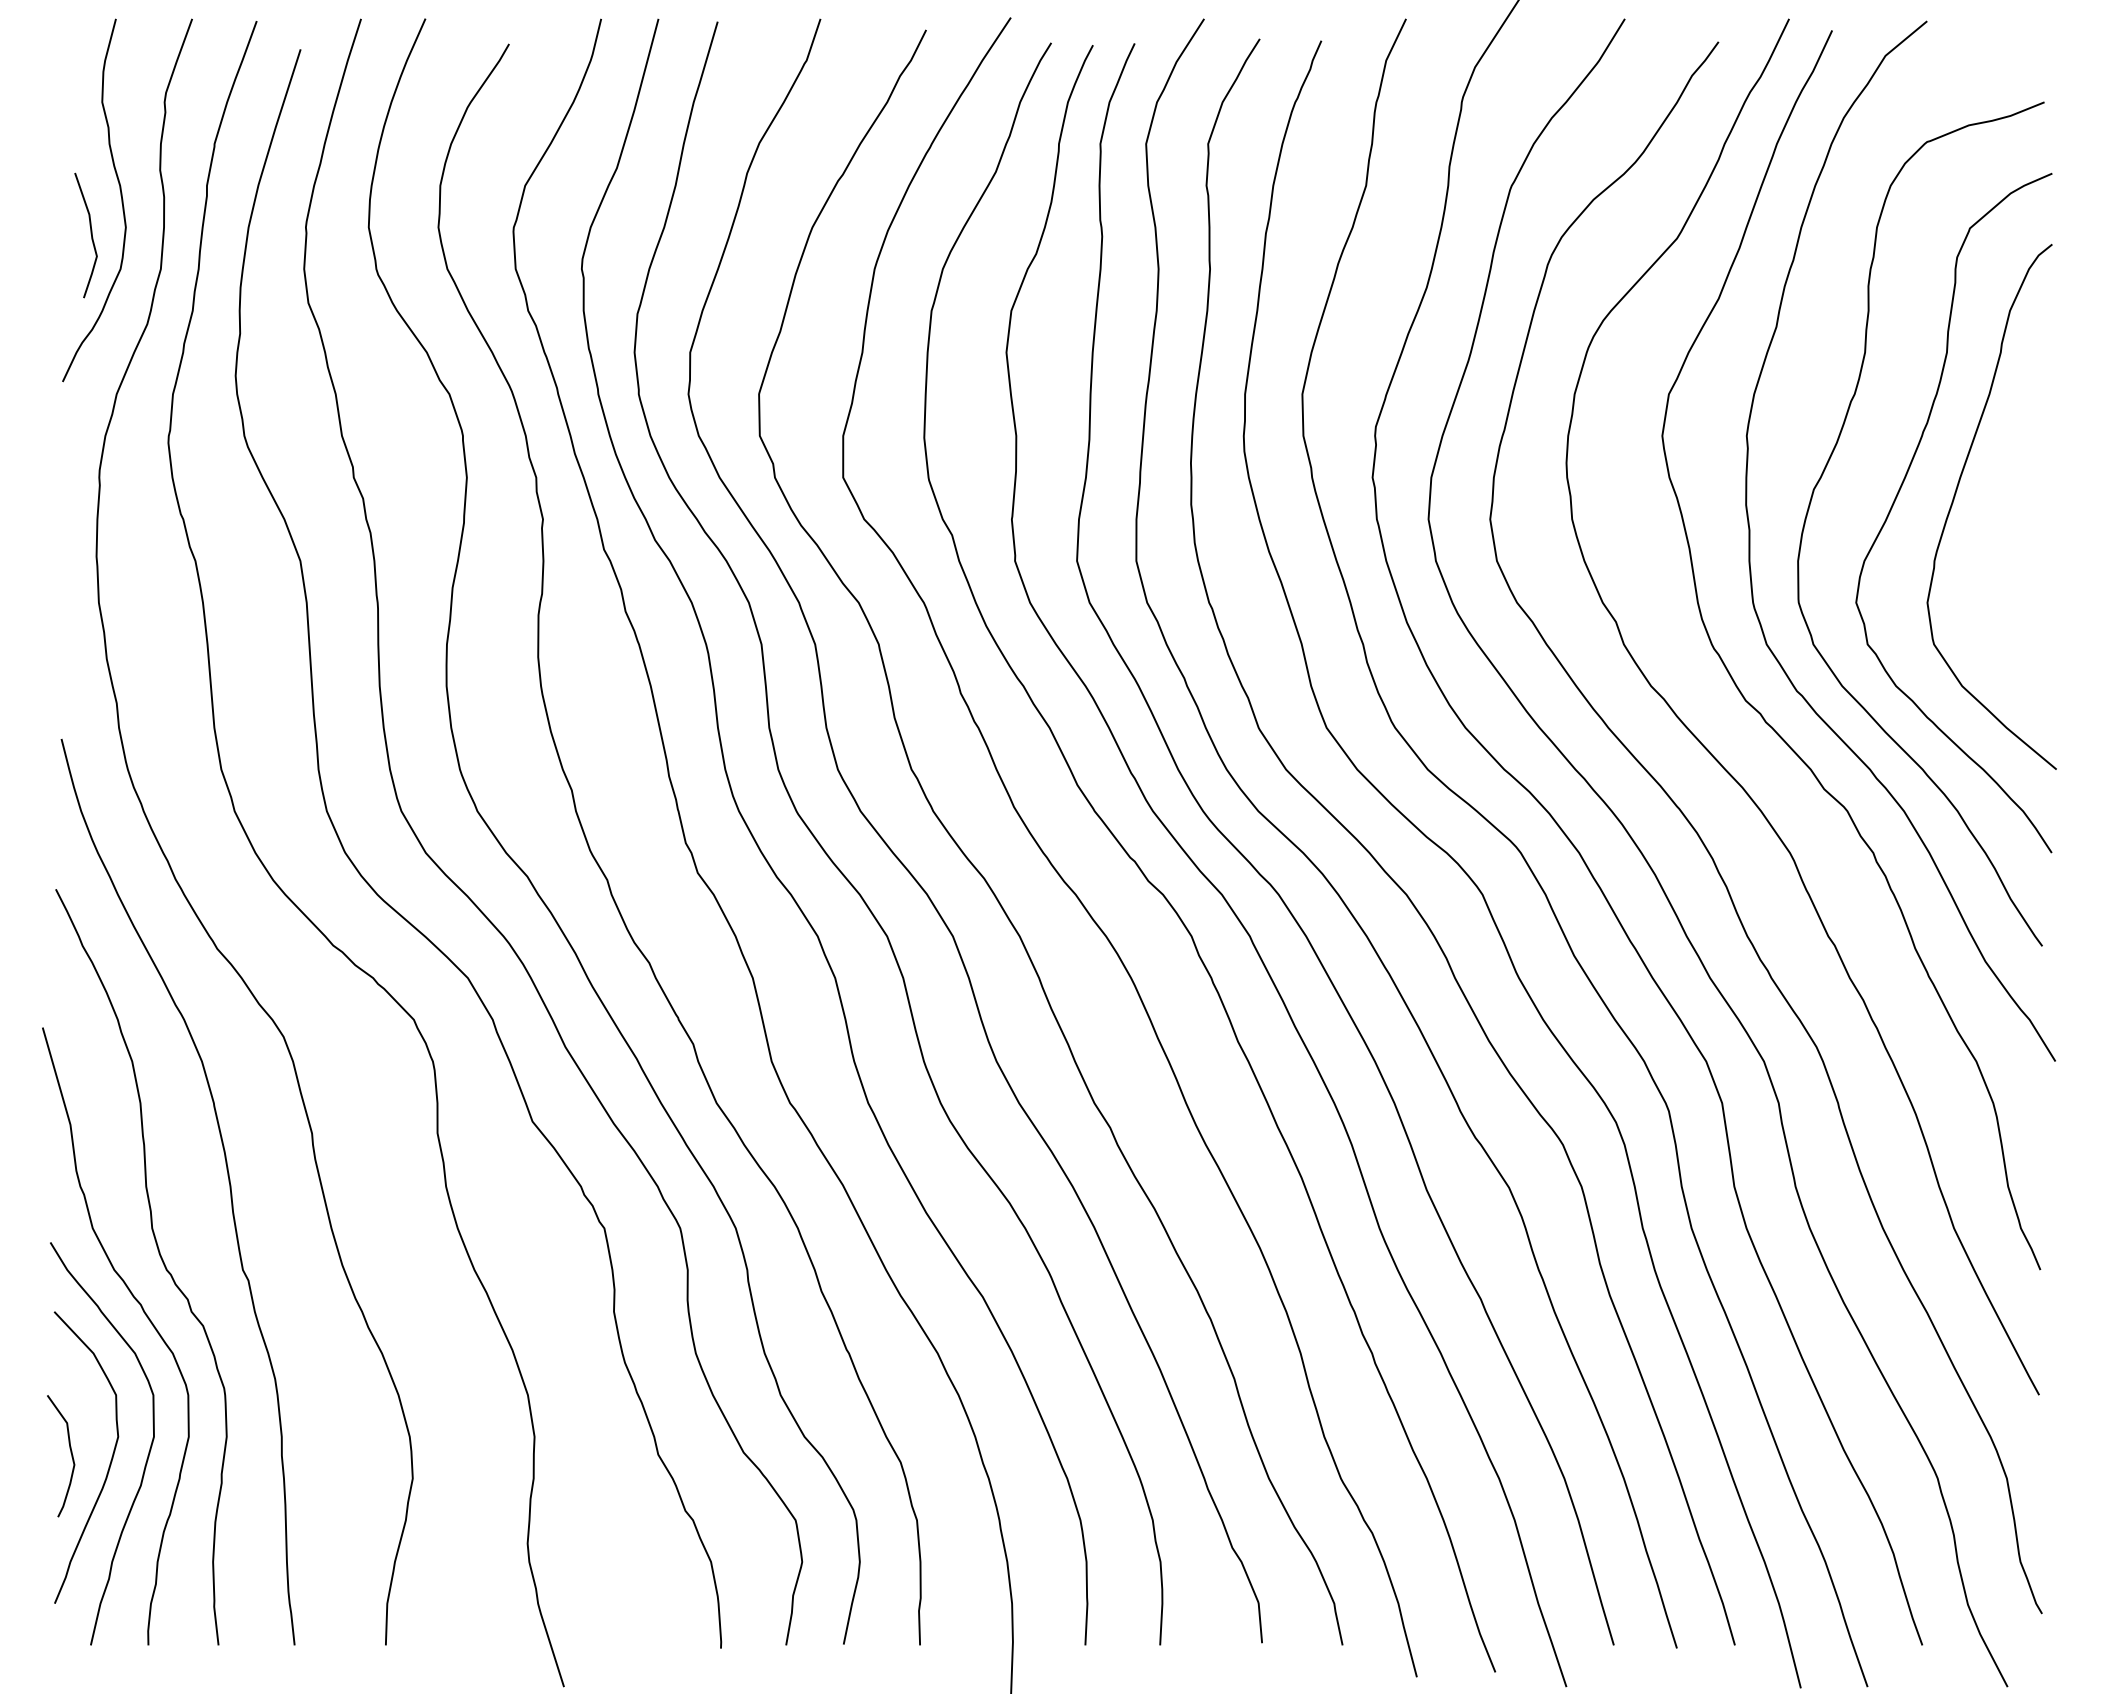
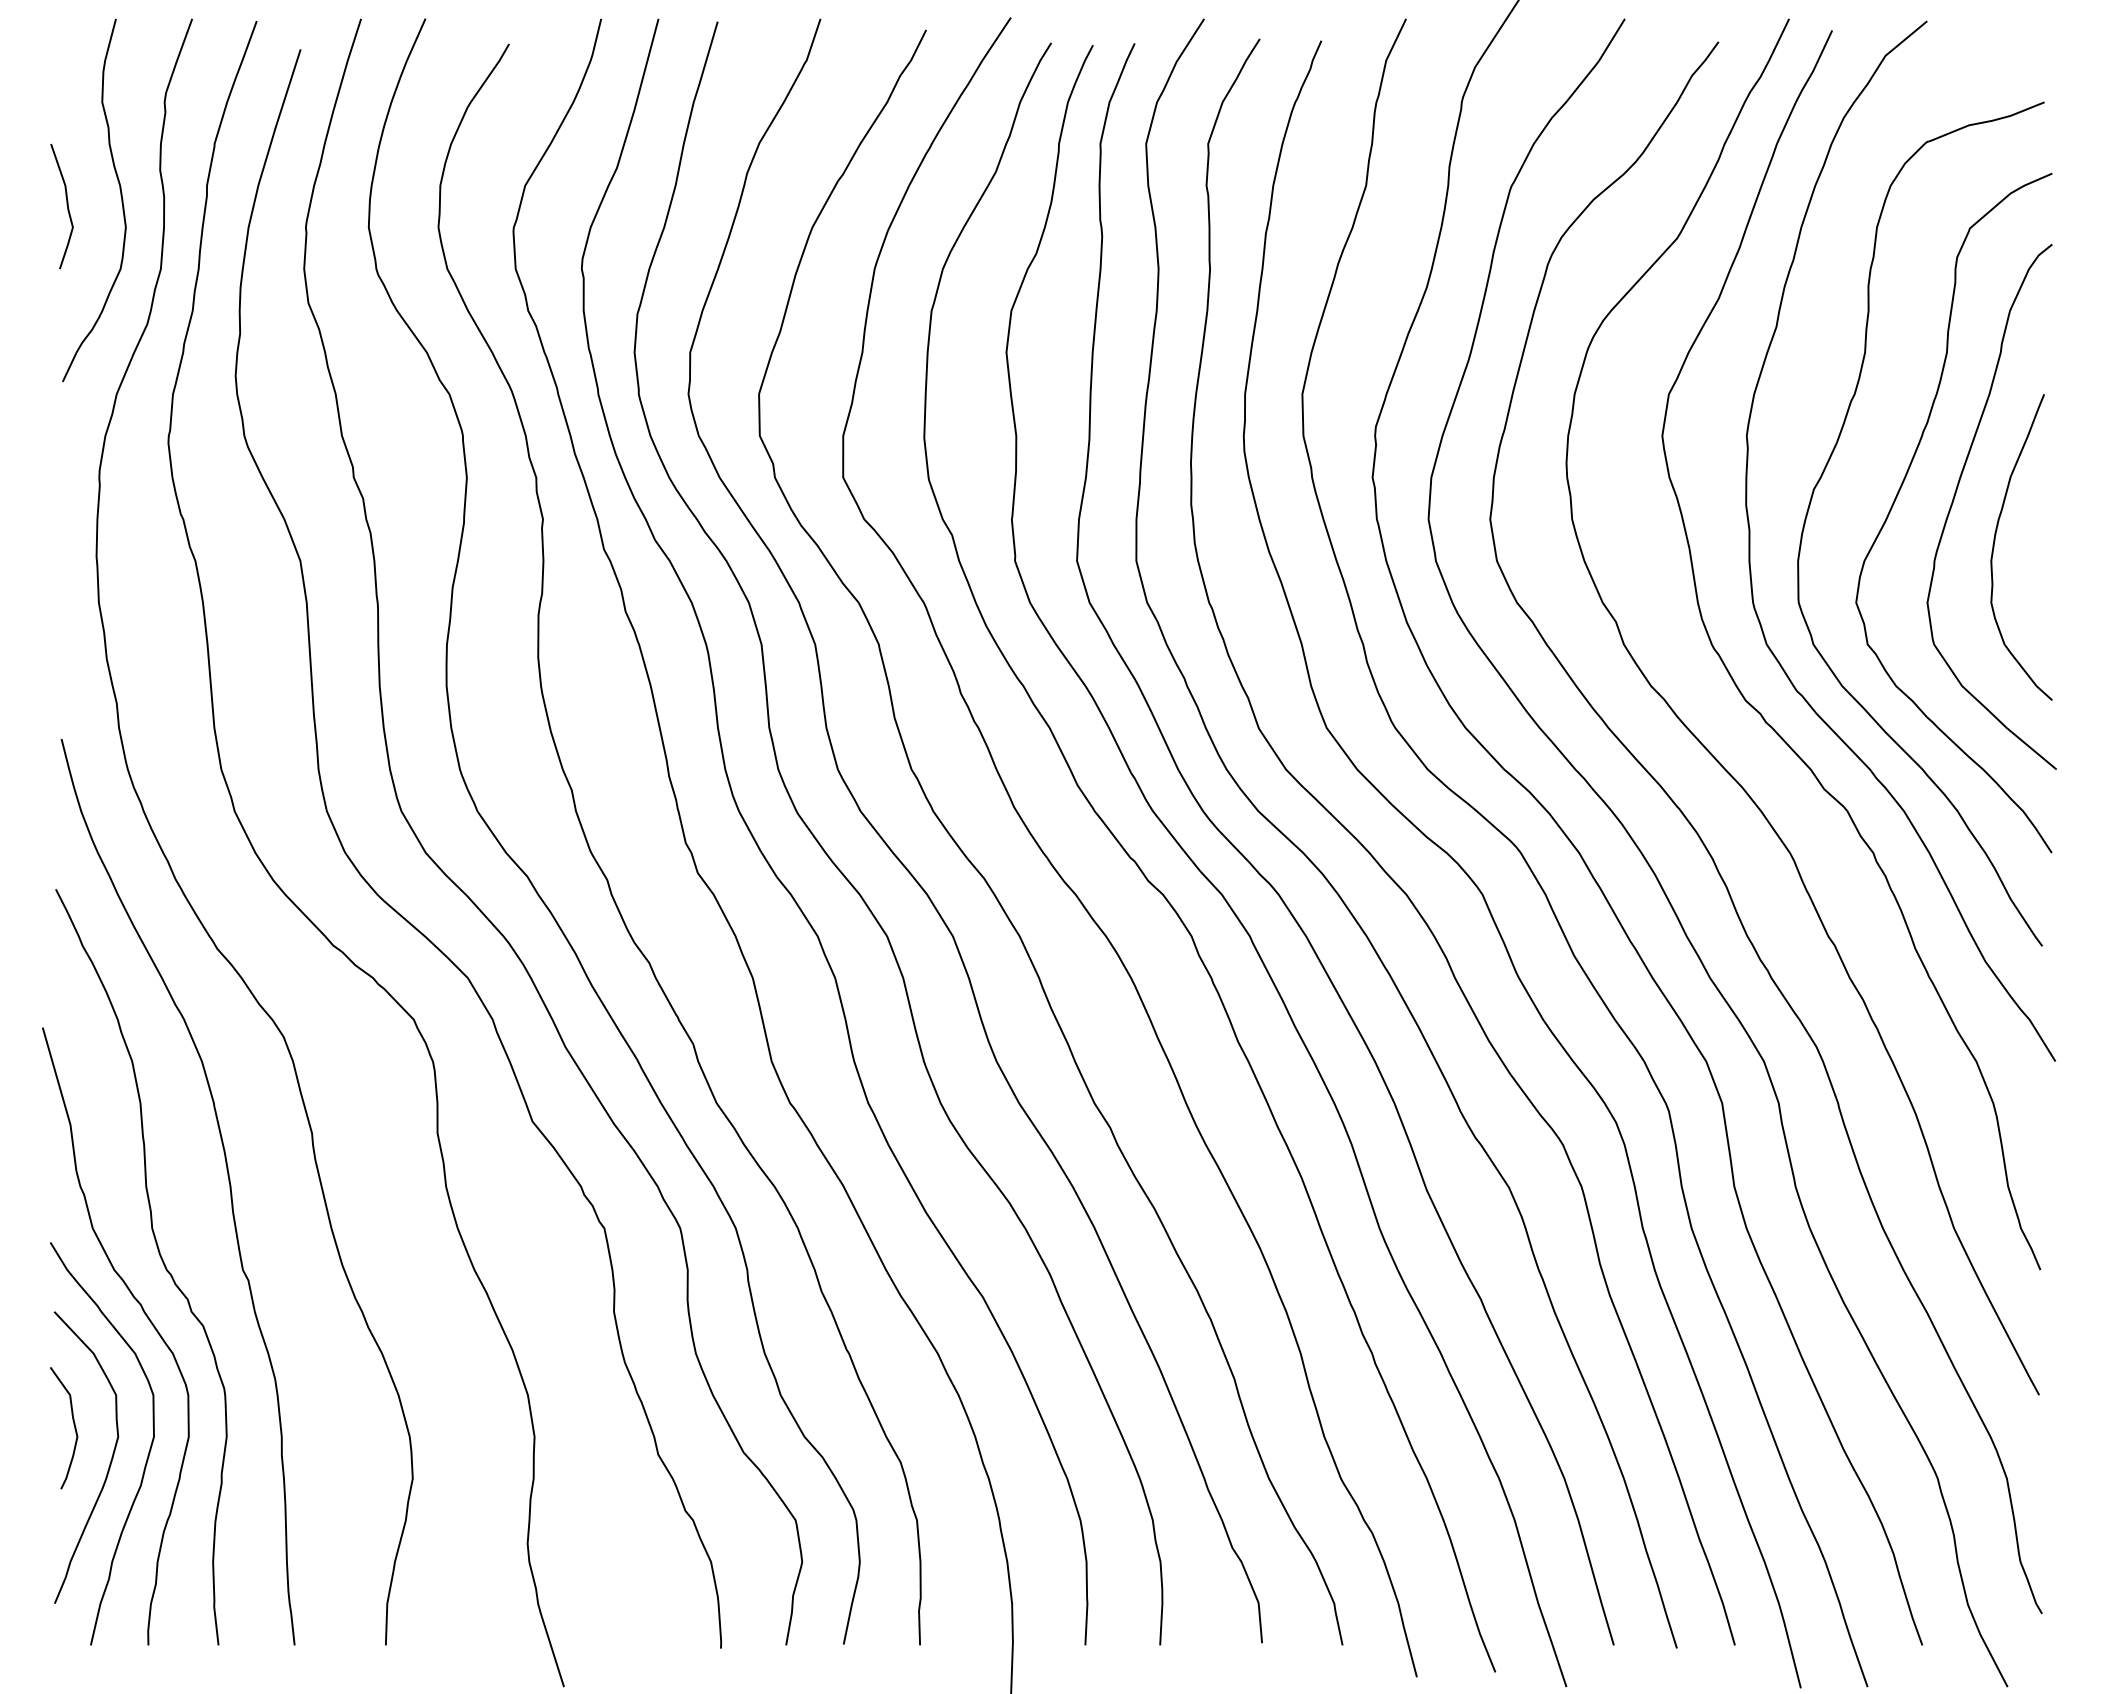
curve at (90, 234) position: (90, 234) -> (66, 205)
curve at (1995, 541): none -> present
curve at (70, 1453) position: (70, 1453) -> (73, 1425)
